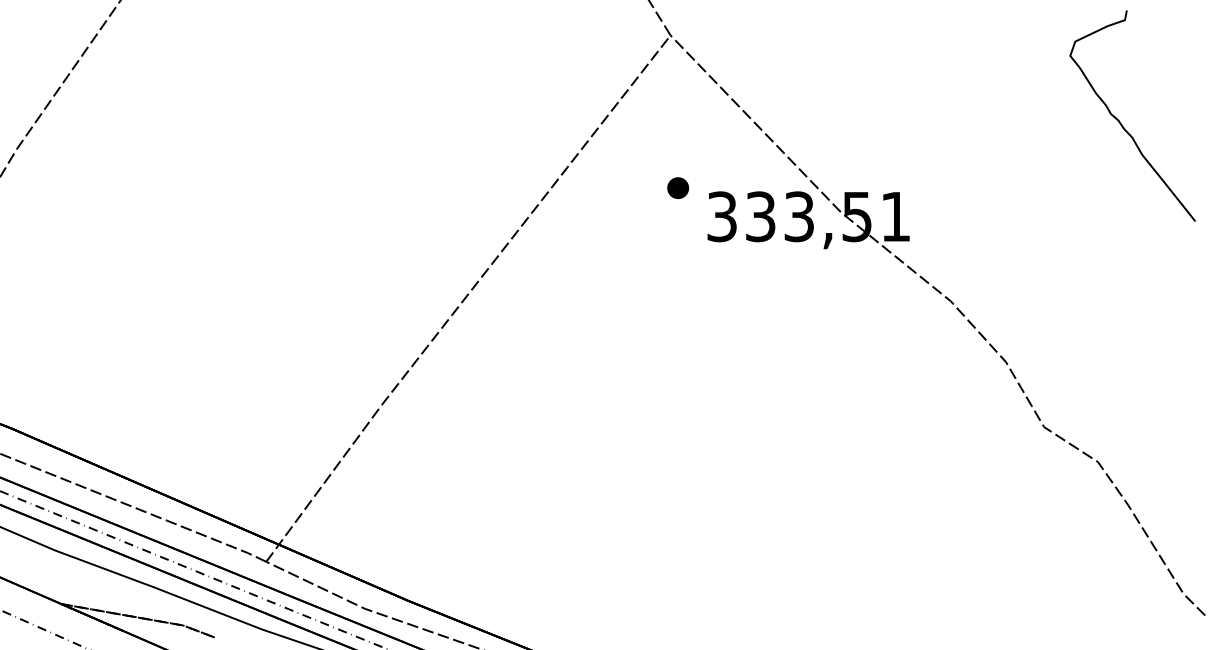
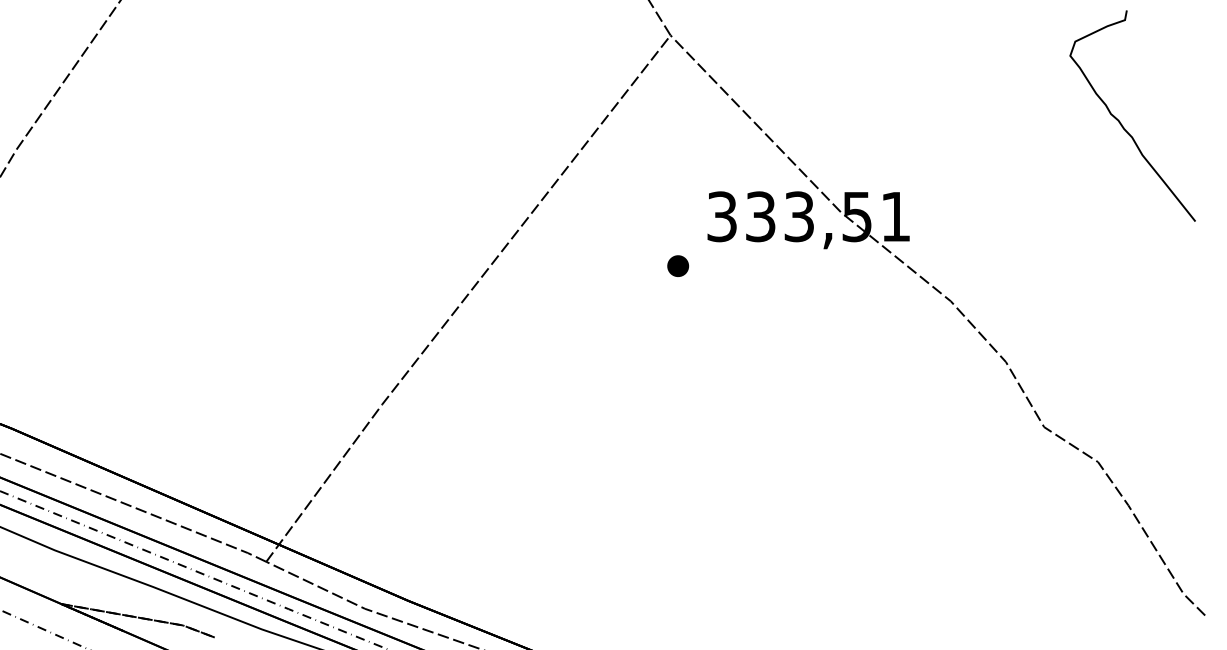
part at (678, 187) position: (678, 187) -> (678, 265)
